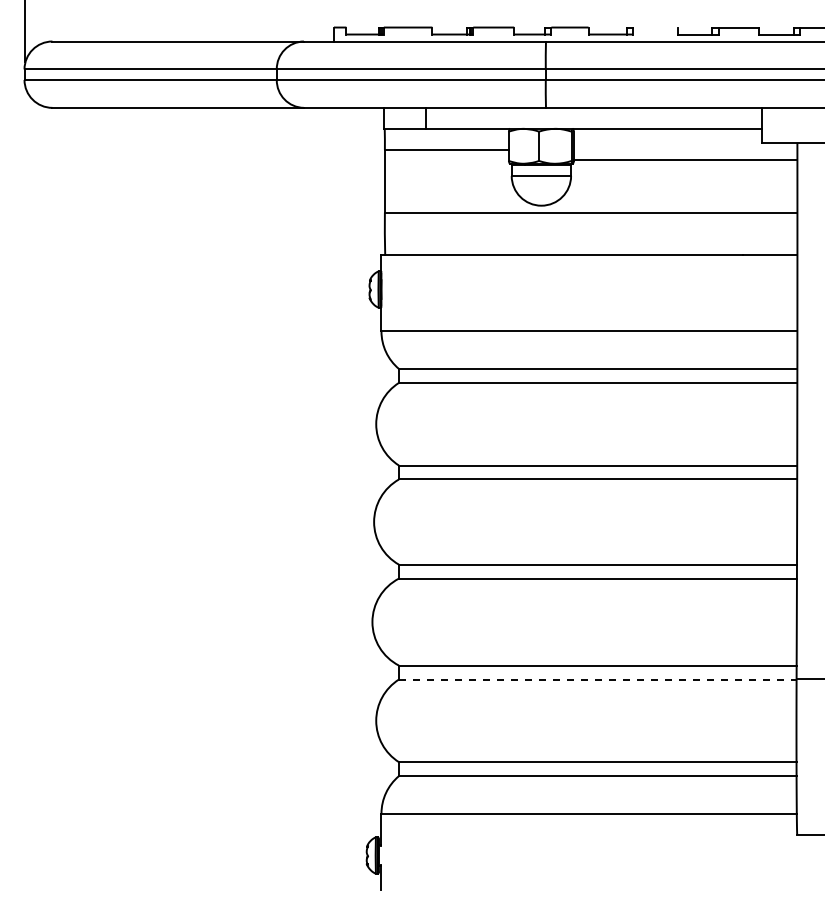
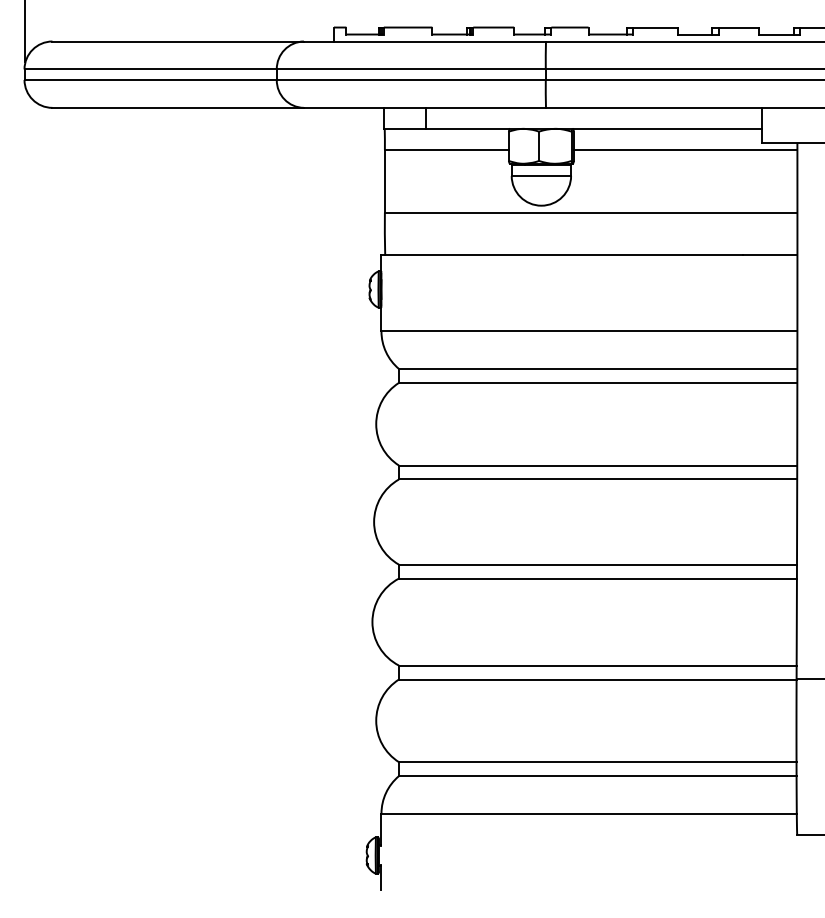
line at (655, 27): none -> present
line at (685, 159) position: (685, 159) -> (685, 149)
line at (597, 679): dashed -> solid
